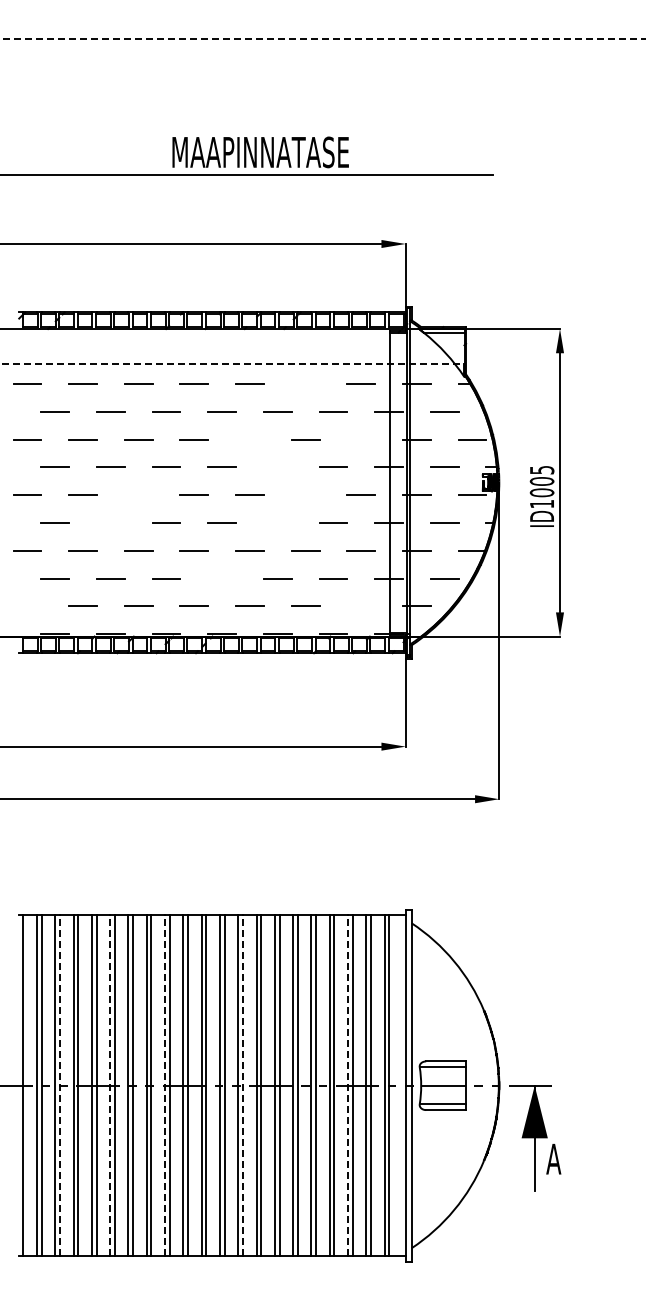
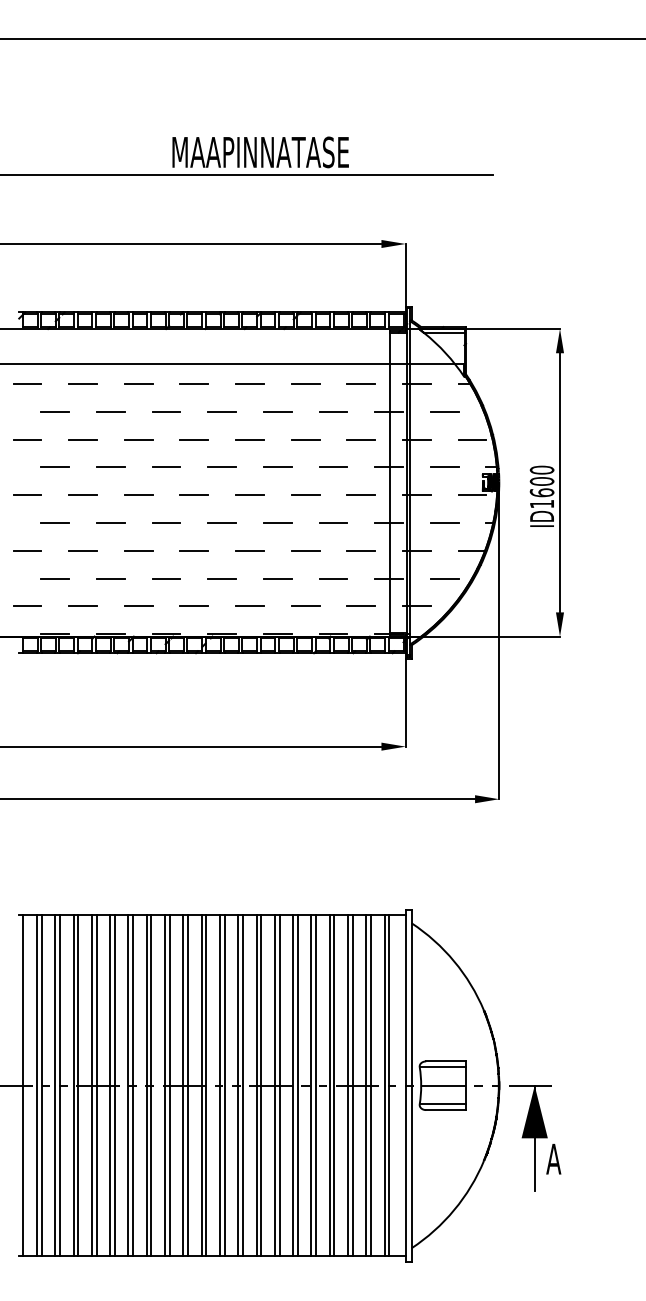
line at (323, 39): dashed -> solid
line at (232, 364): dashed -> solid
line at (305, 383): none -> present
line at (249, 439): none -> present
line at (361, 439): none -> present
line at (277, 467): none -> present
text at (541, 481): ID1005 -> ID1600
line at (138, 495): none -> present
line at (305, 495): none -> present
line at (110, 522): none -> present
line at (277, 522): none -> present
line at (222, 578): none -> present
line at (27, 606): none -> present
line at (361, 606): none -> present
line at (59, 1085): dashed -> solid
line at (110, 1085): dashed -> solid
line at (165, 1085): dashed -> solid
line at (242, 1085): dashed -> solid
line at (348, 1085): dashed -> solid
